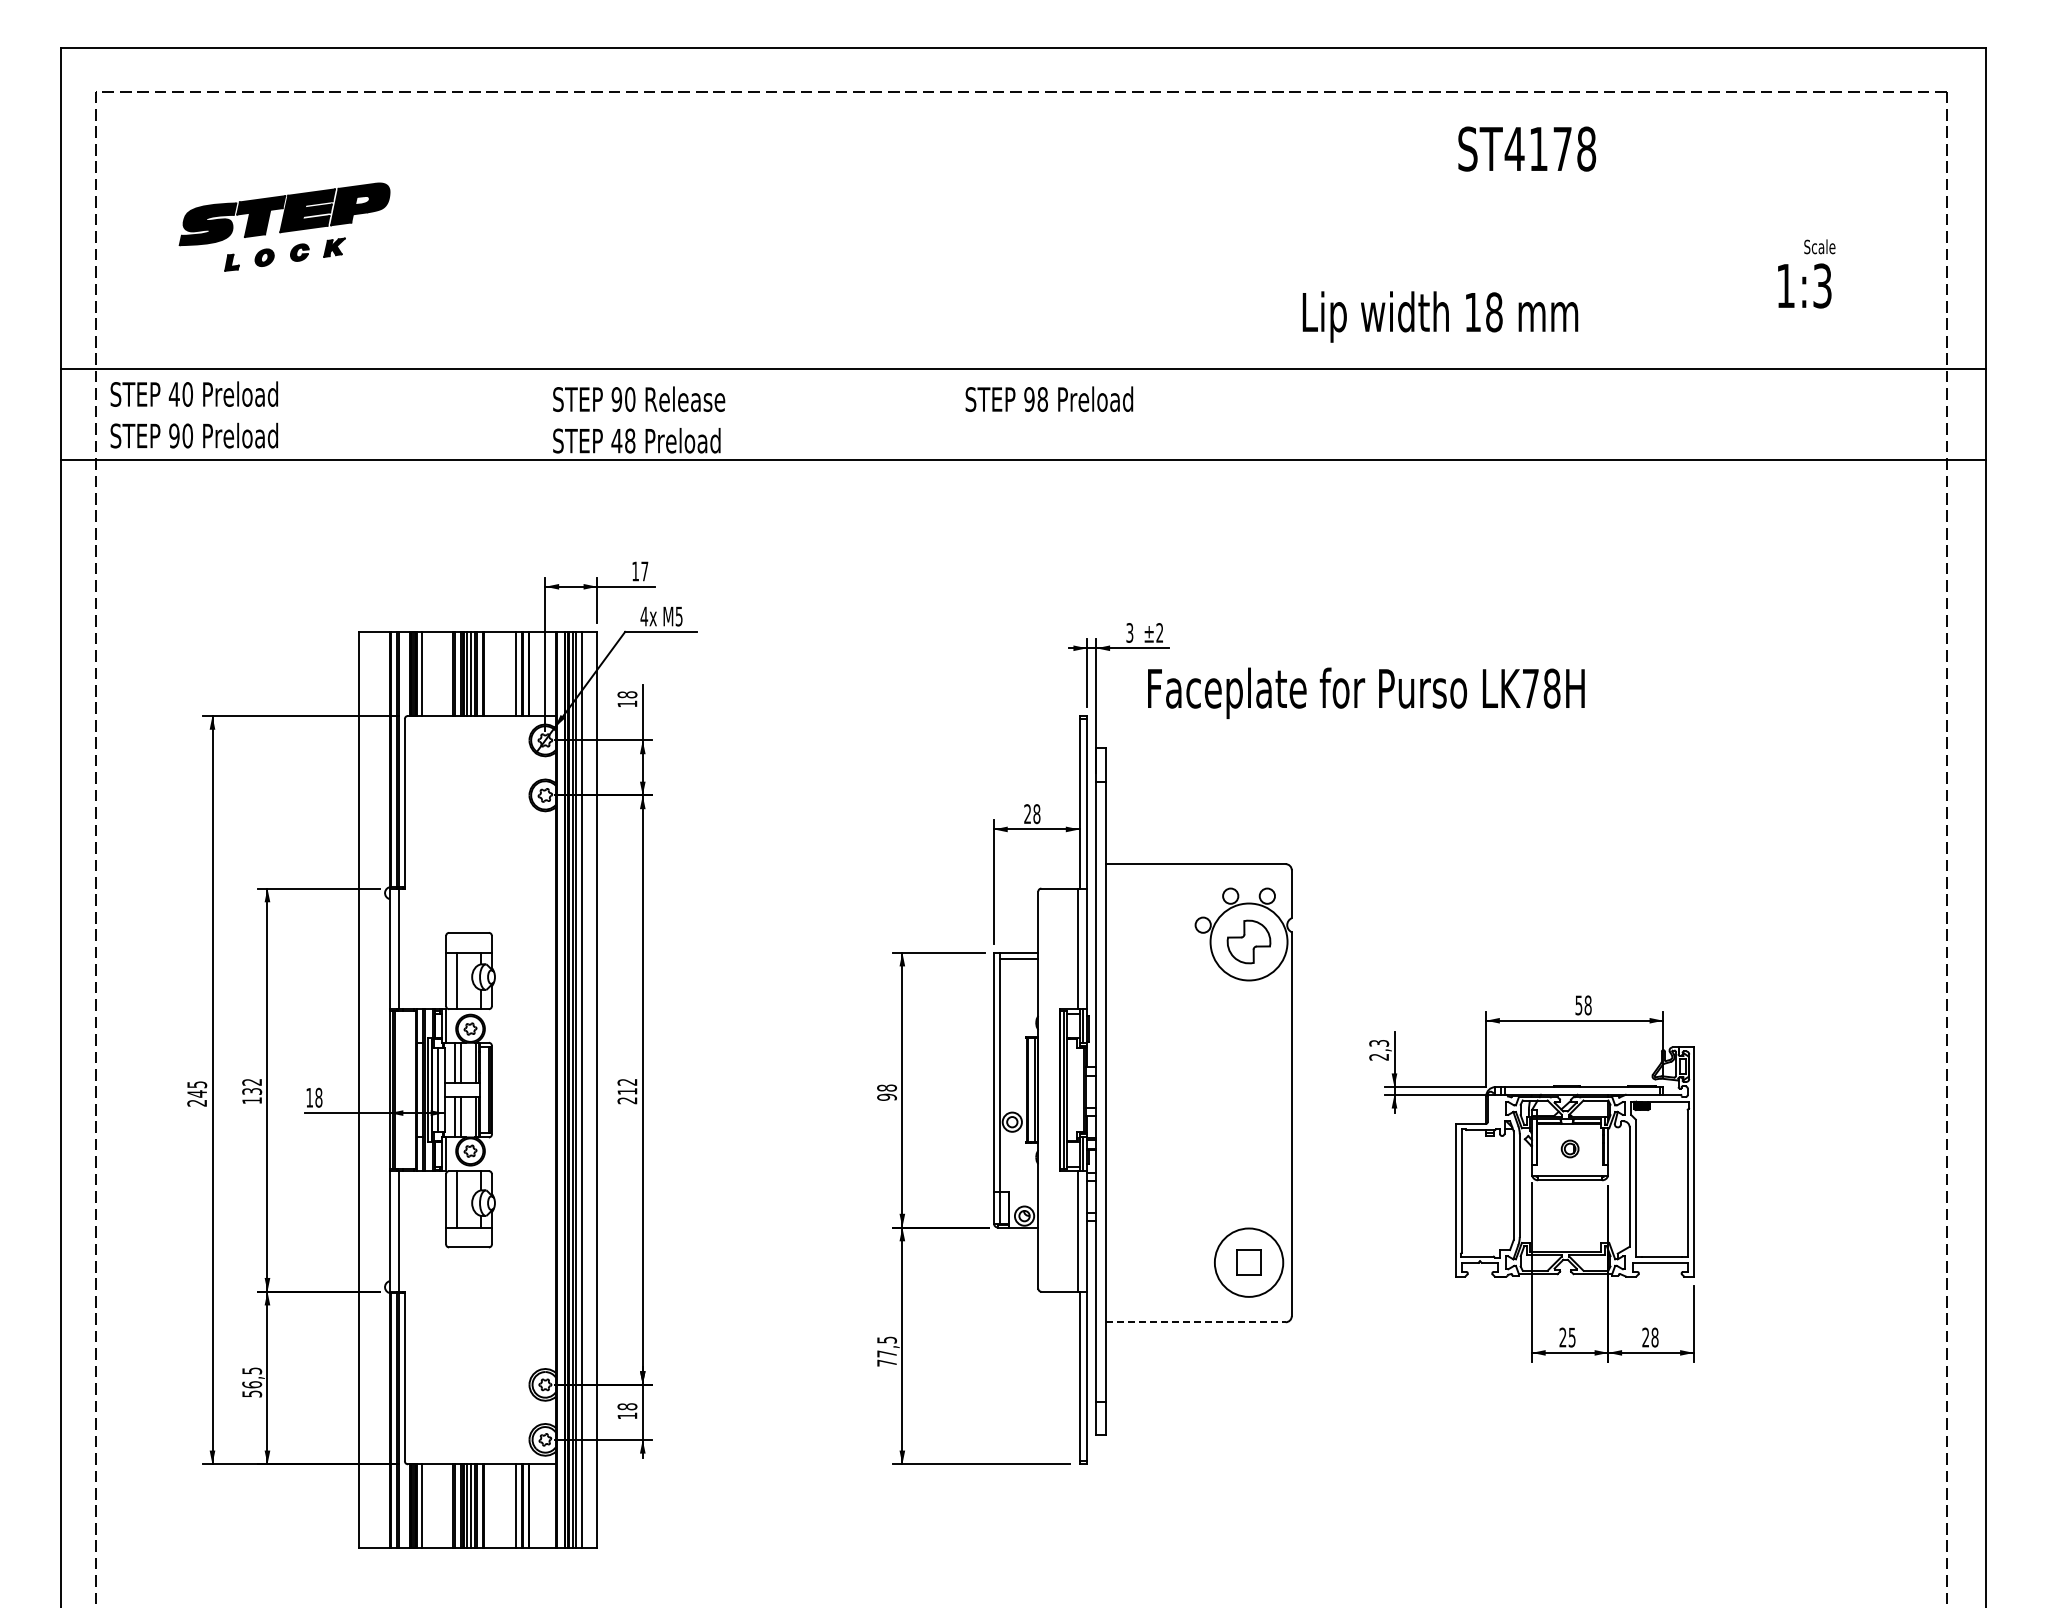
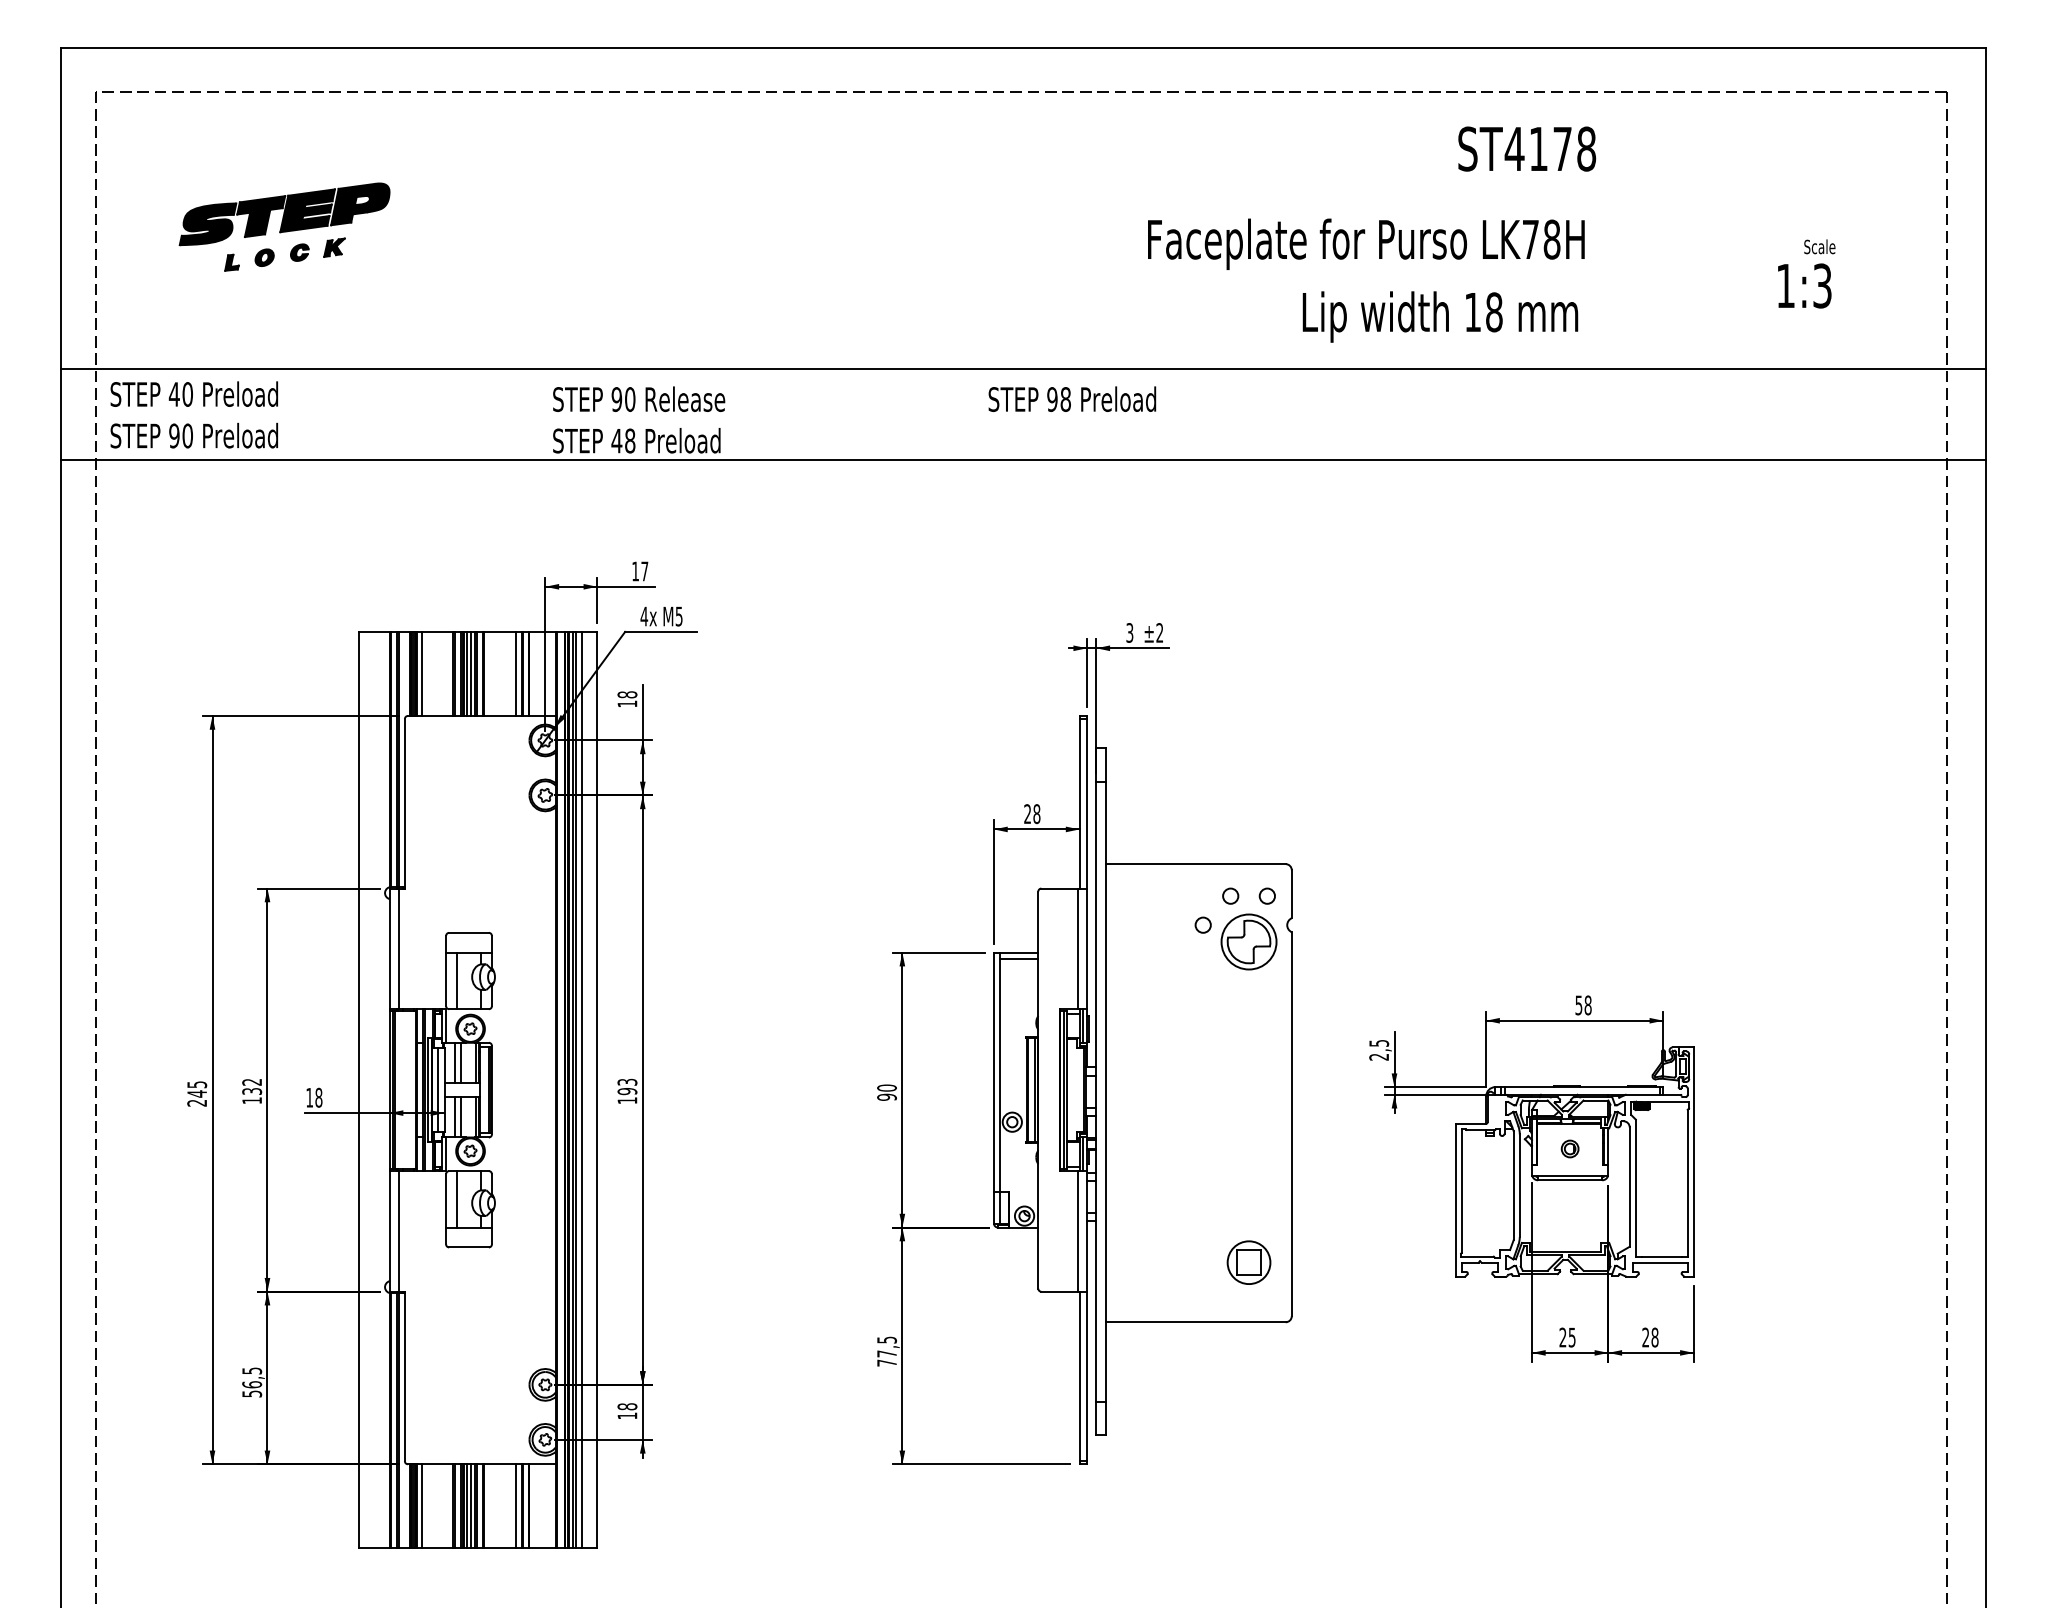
text at (1049, 398) position: (1049, 398) -> (1072, 398)
text at (1366, 692) position: (1366, 692) -> (1366, 243)
circle at (1248, 941) diameter: 77 px -> 55 px
text at (1378, 1043): 2,3 -> 2,5
text at (886, 1087): 98 -> 90
text at (627, 1091): 212 -> 193
circle at (1248, 1262) diameter: 68 px -> 43 px
line at (1196, 1322): dashed -> solid
